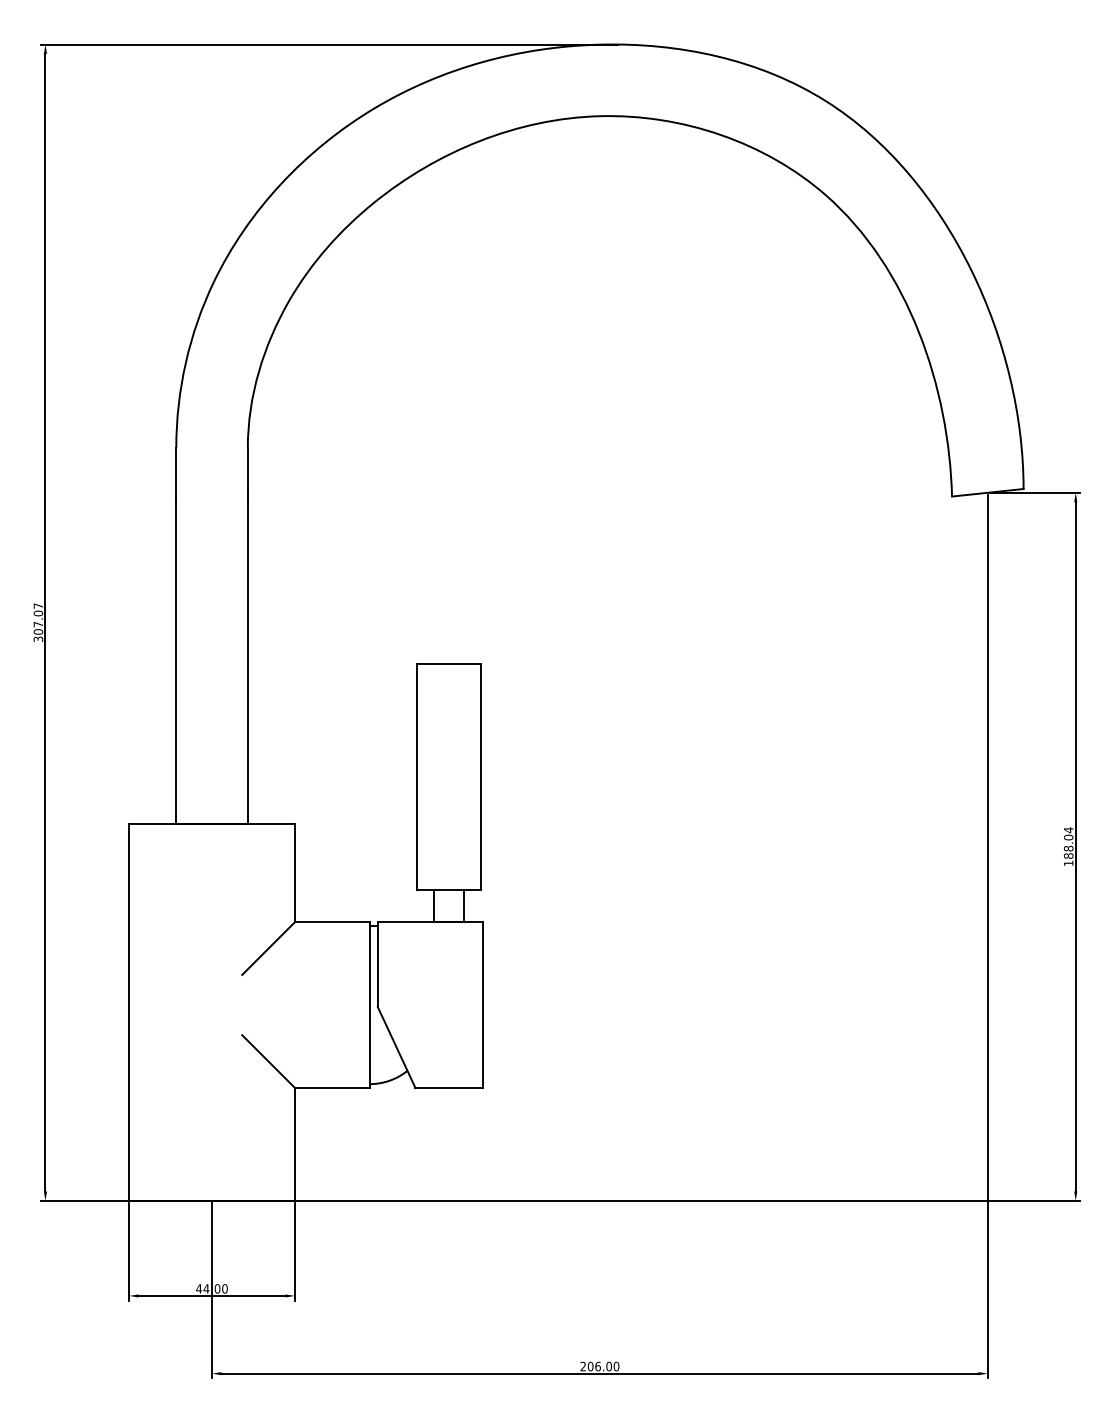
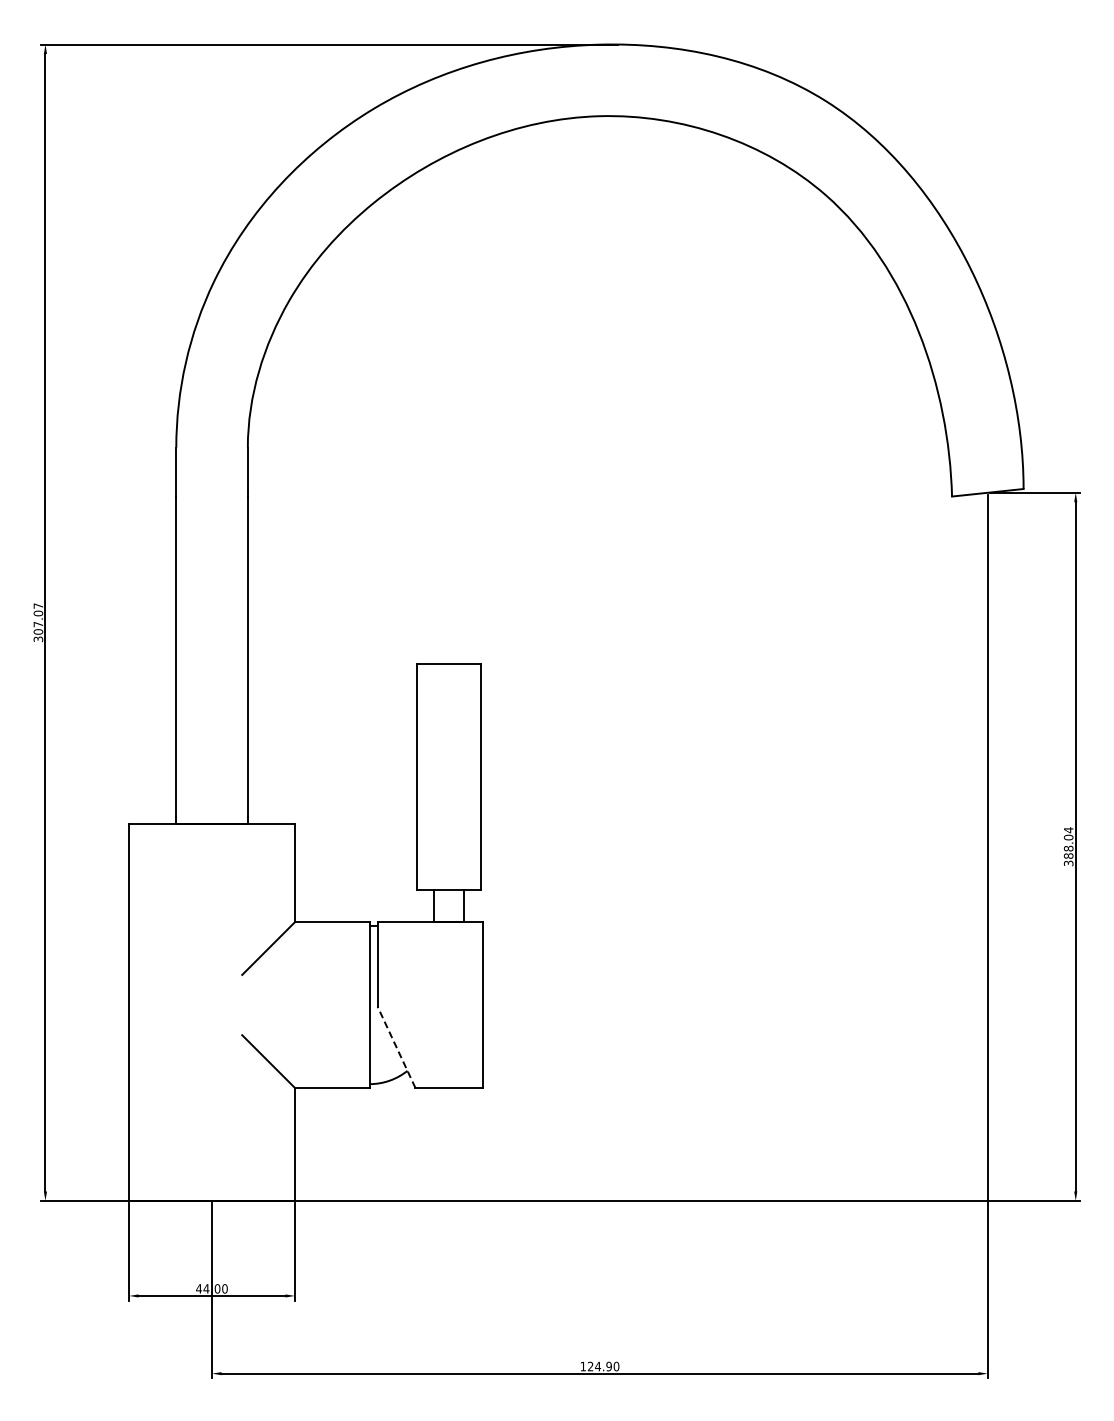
text at (1068, 863): 188.04 -> 388.04
line at (396, 1047): solid -> dashed
text at (595, 1366): 206.00 -> 124.90
